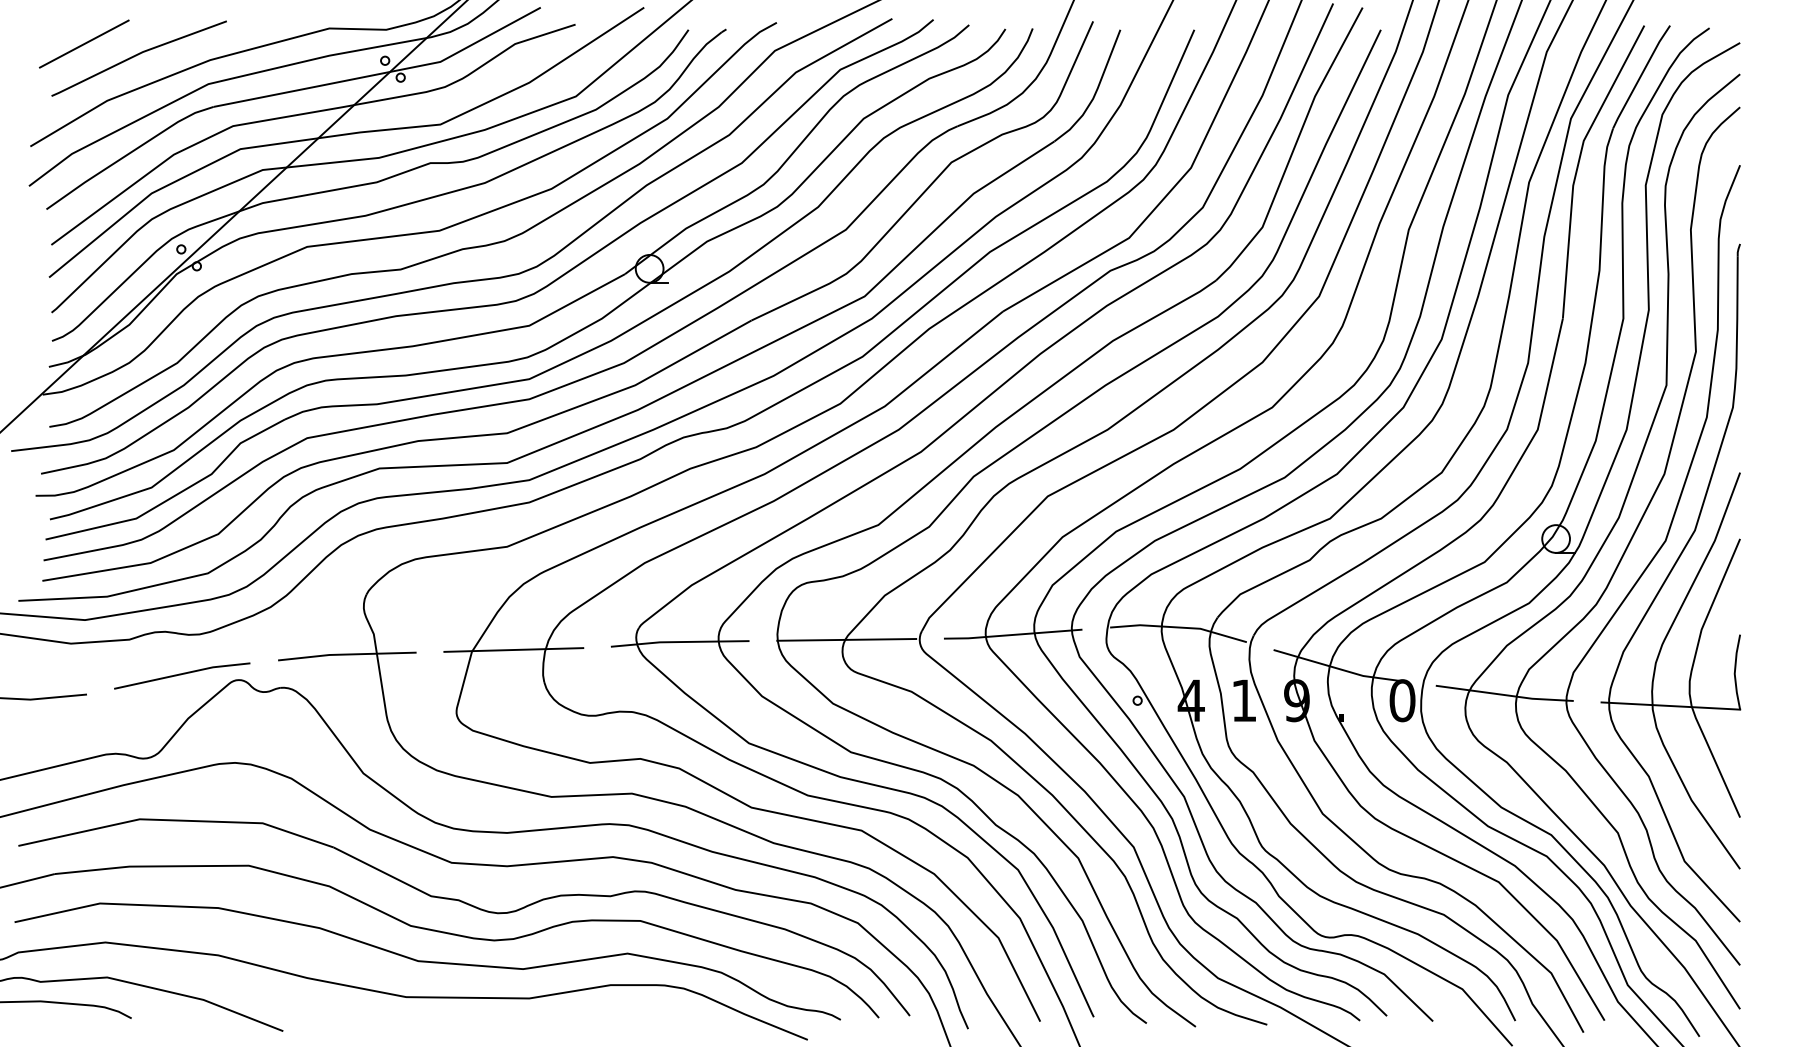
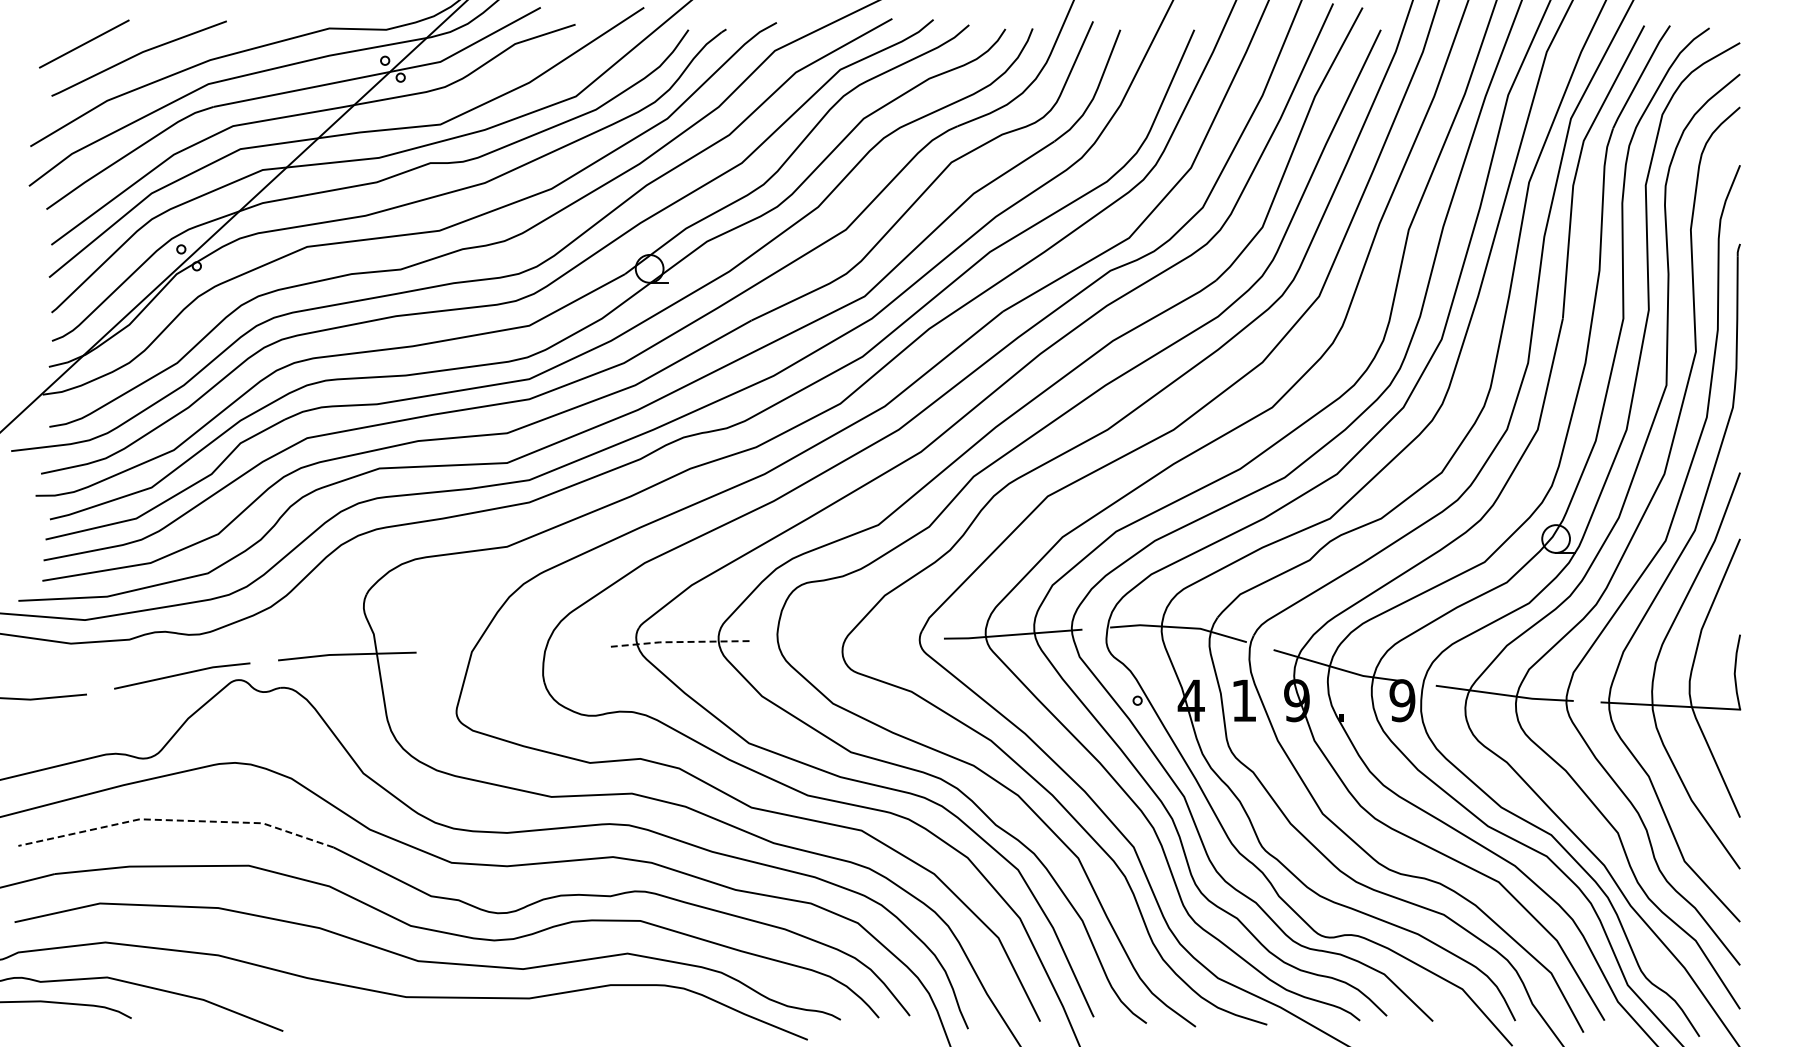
line at (846, 639): present -> none
line at (678, 642): solid -> dashed
line at (513, 649): present -> none
text at (1402, 700): 0 -> 9
line at (176, 820): solid -> dashed
